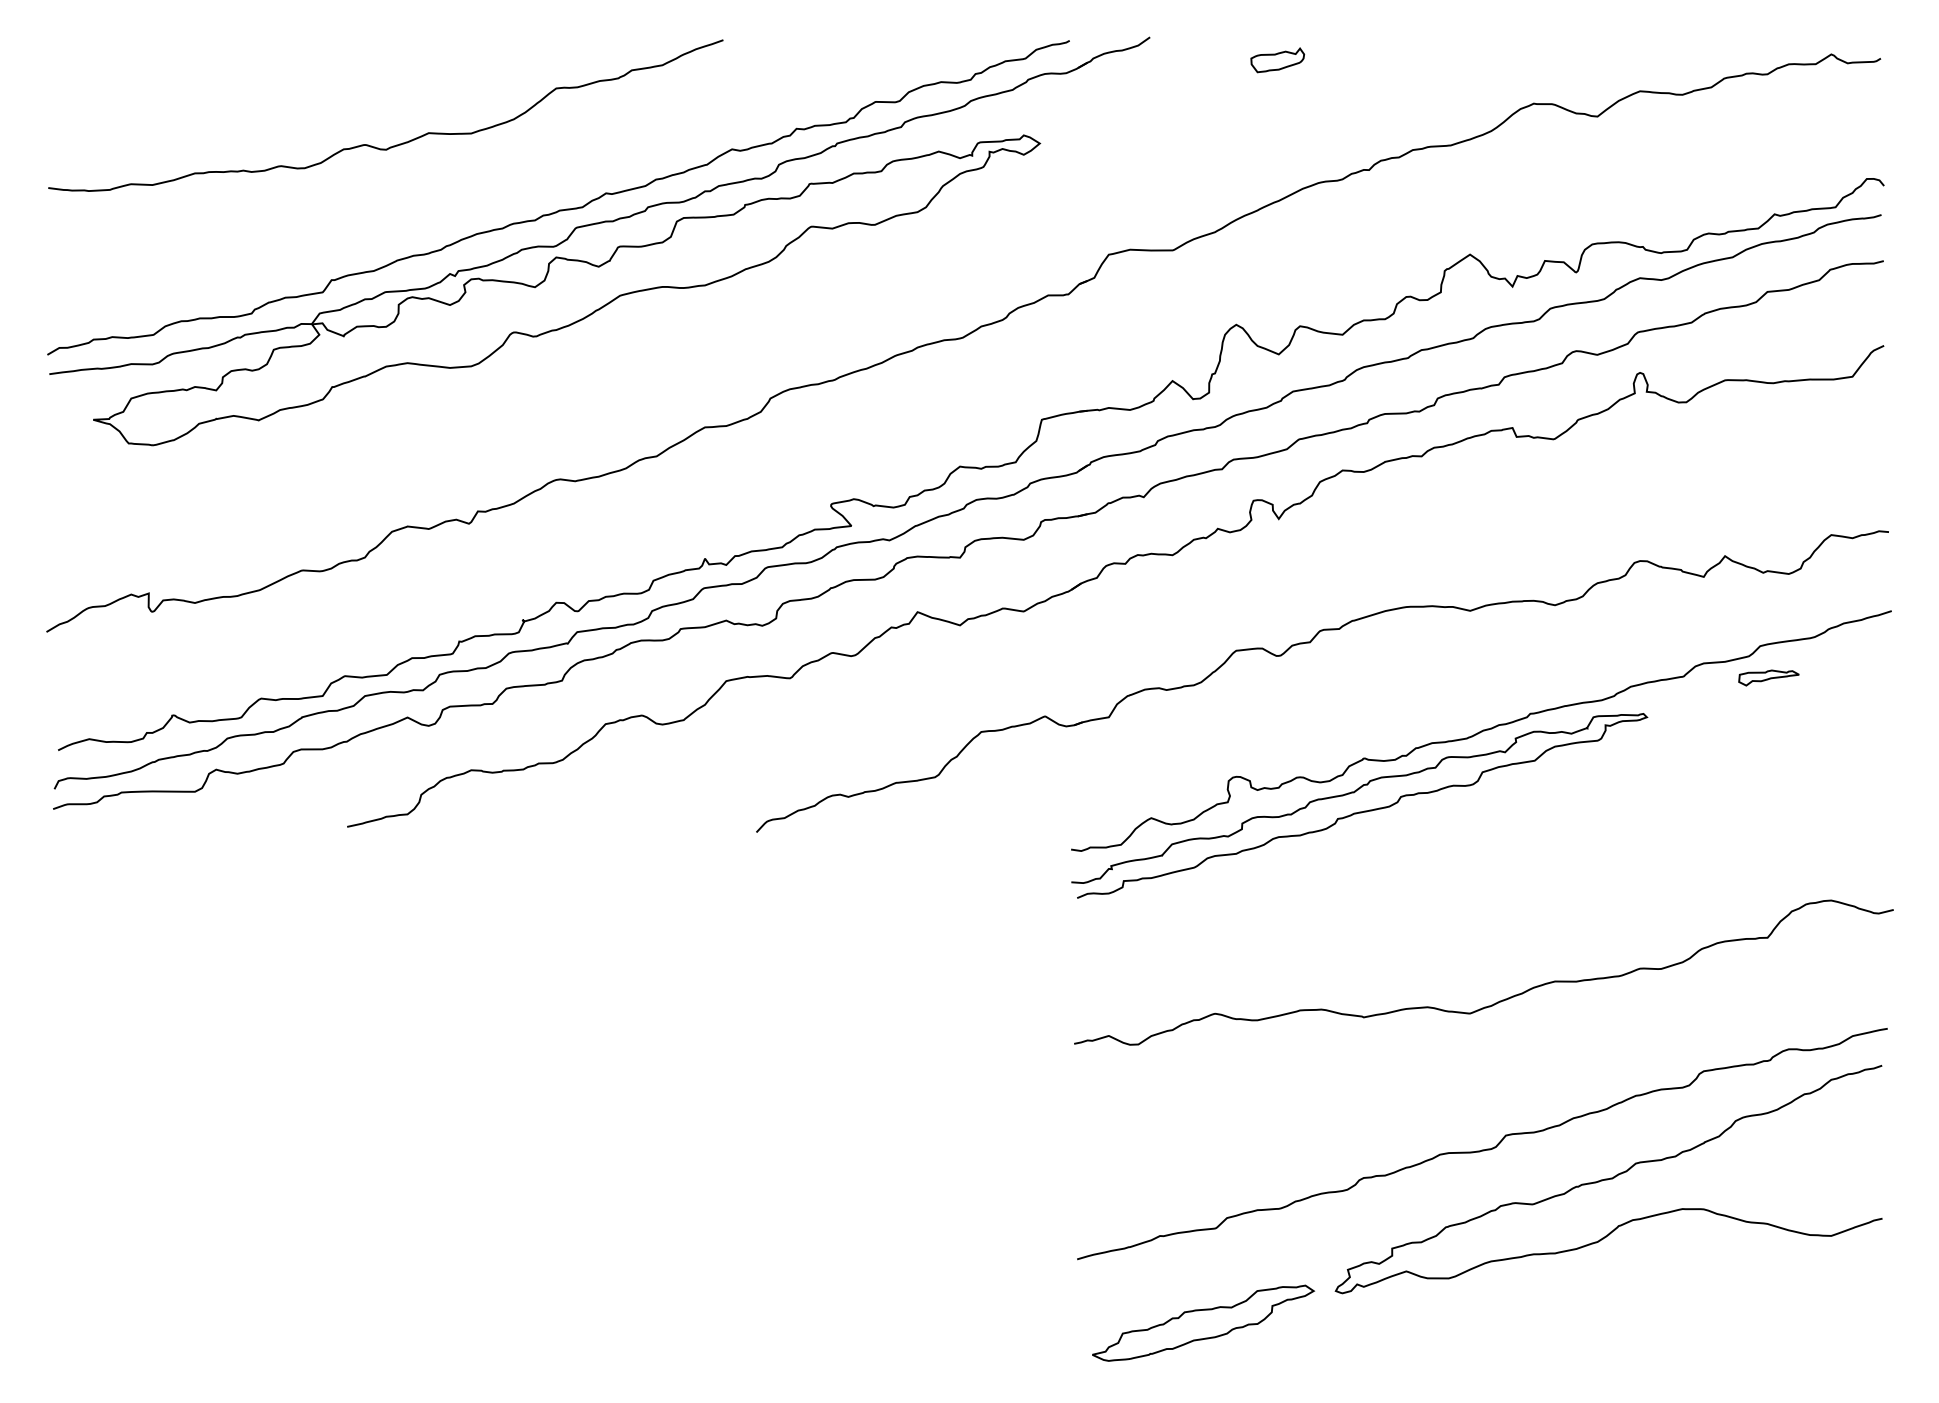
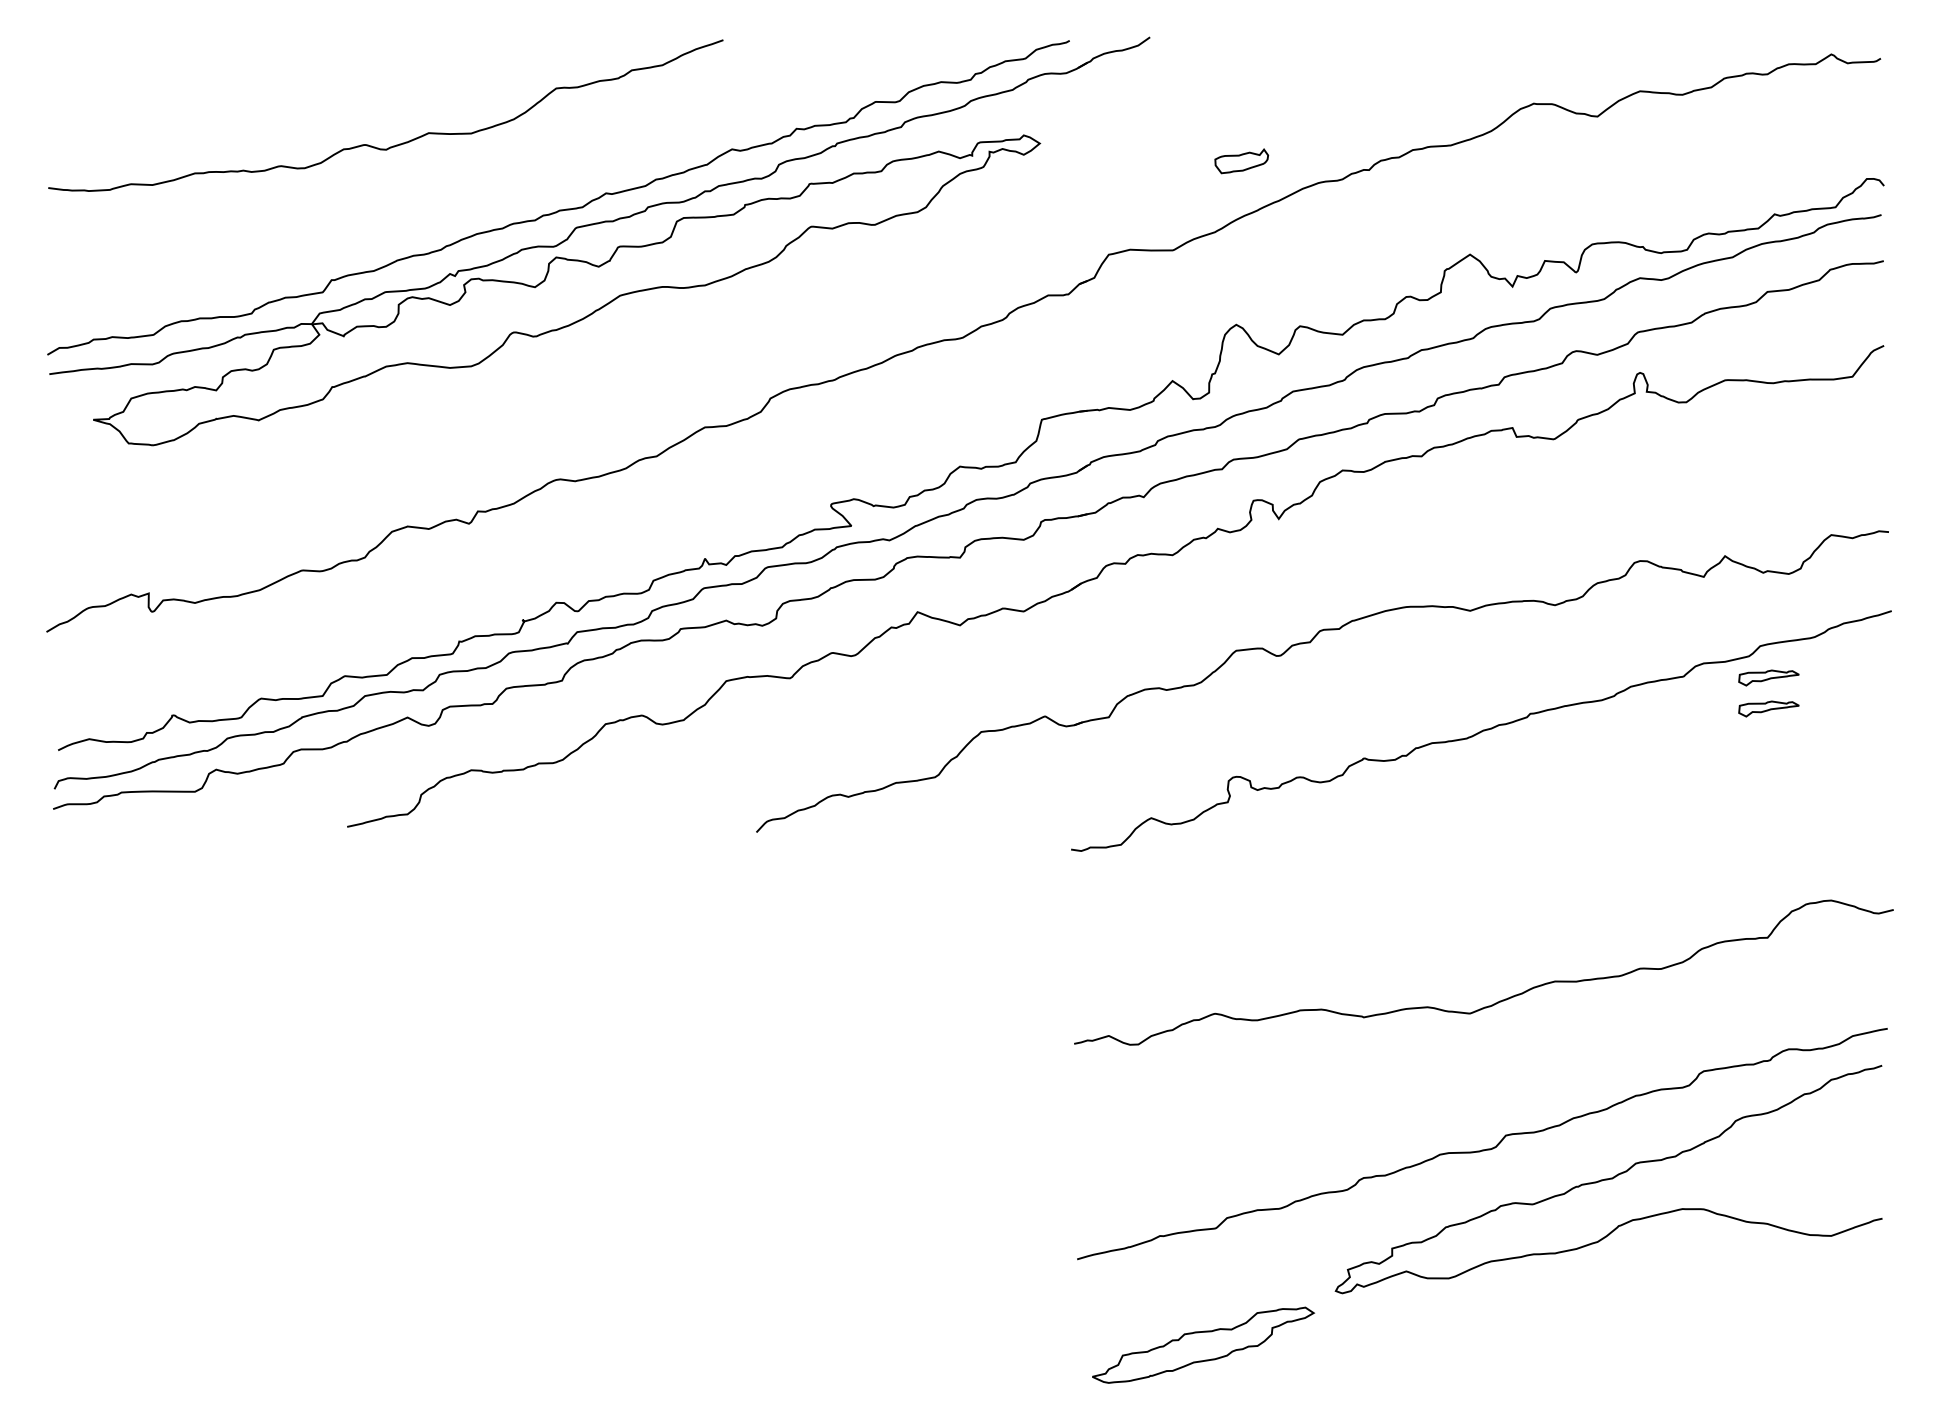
part at (1277, 60) position: (1277, 60) -> (1241, 161)
part at (1768, 708): none -> present
curve at (1359, 811): present -> none
part at (1203, 1322) position: (1203, 1322) -> (1203, 1344)
